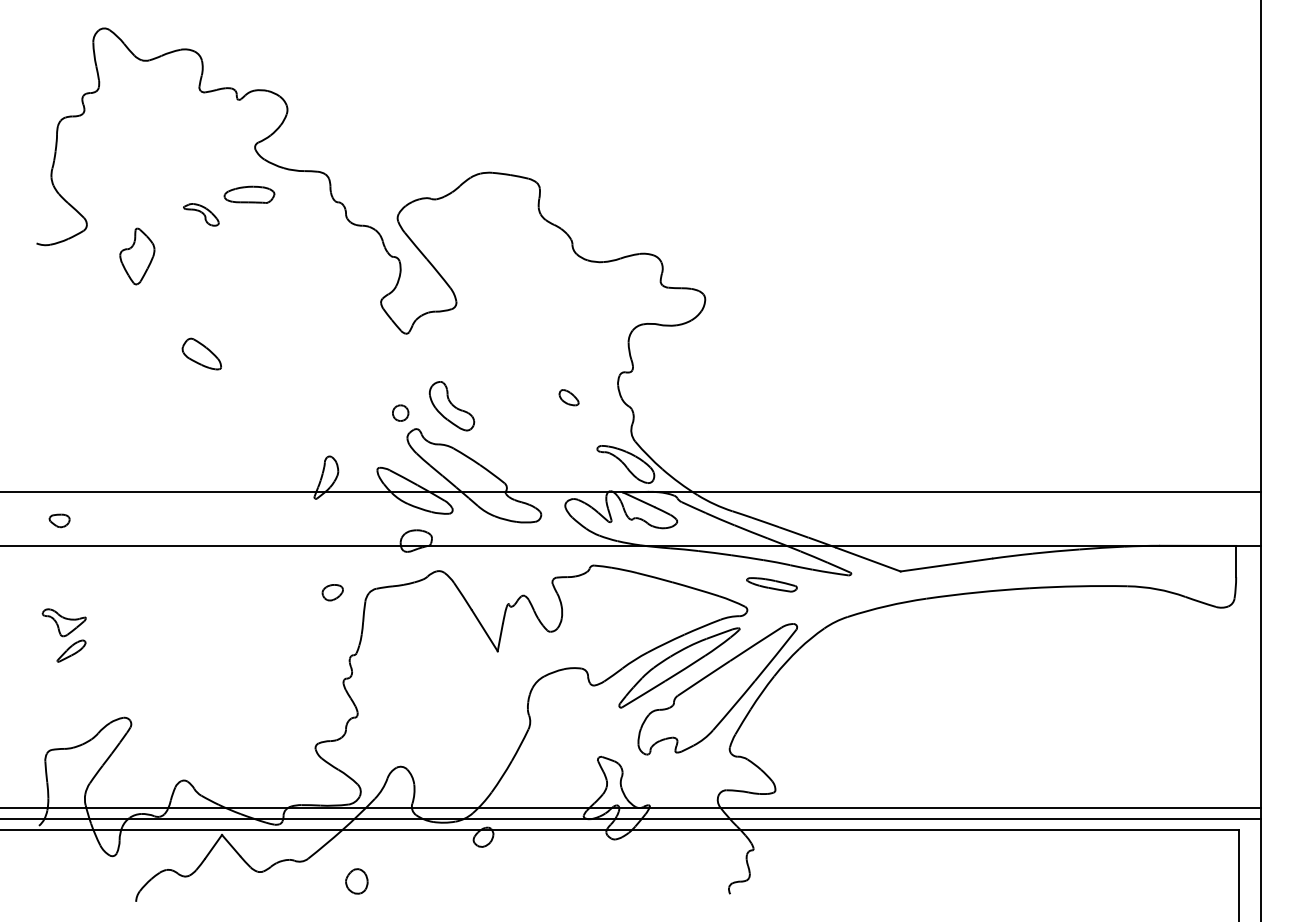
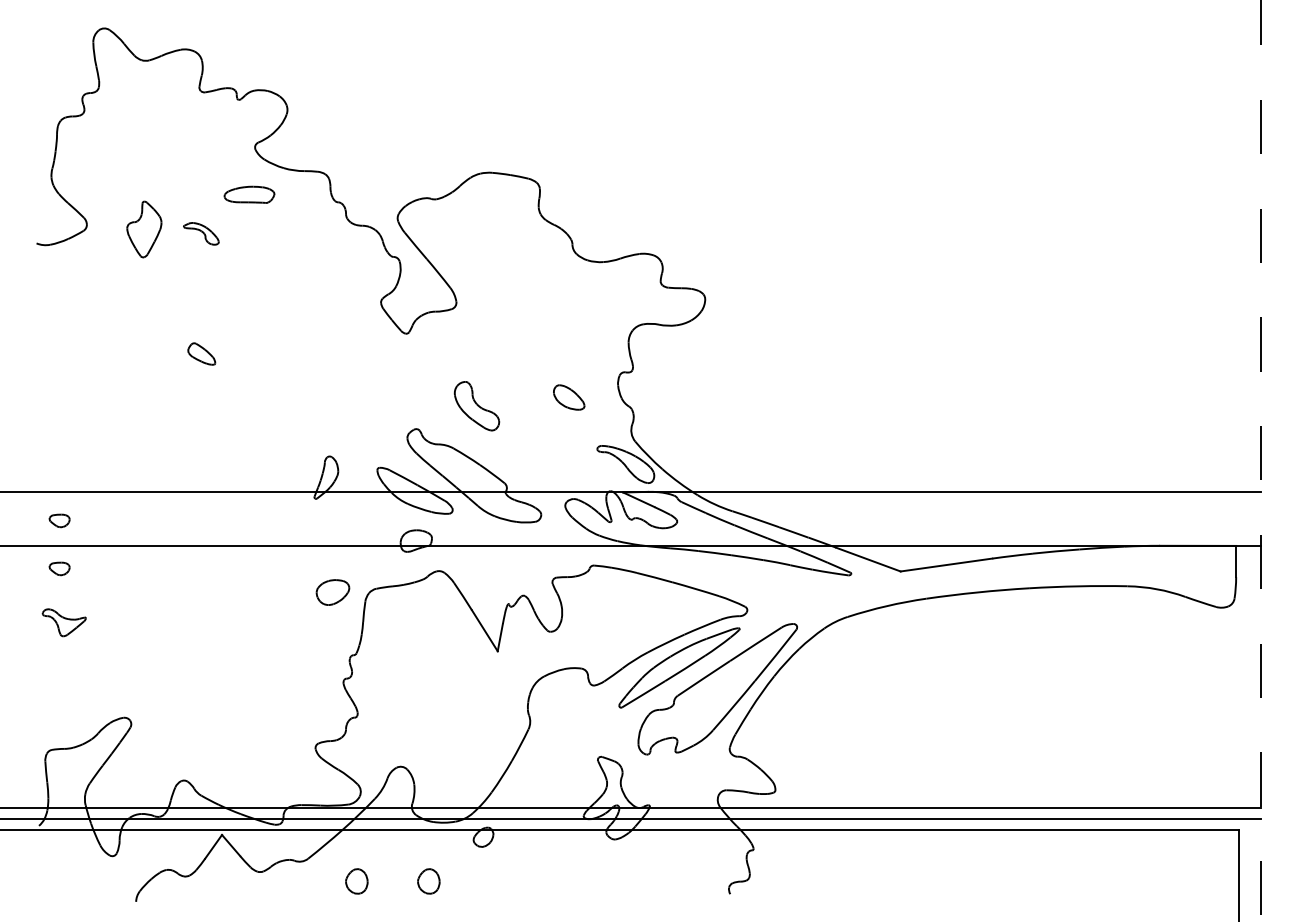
part at (201, 214) position: (201, 214) -> (201, 233)
part at (137, 256) position: (137, 256) -> (144, 229)
part at (201, 353) size: 41x34 px -> 30x24 px
part at (568, 397) size: 22x18 px -> 33x27 px
part at (451, 406) position: (451, 406) -> (476, 406)
part at (400, 412): present -> none
line at (1261, 461): solid -> dashed
part at (59, 568): none -> present
part at (771, 584): present -> none
part at (332, 592) size: 23x18 px -> 36x27 px
part at (71, 650): present -> none
part at (428, 881): none -> present
